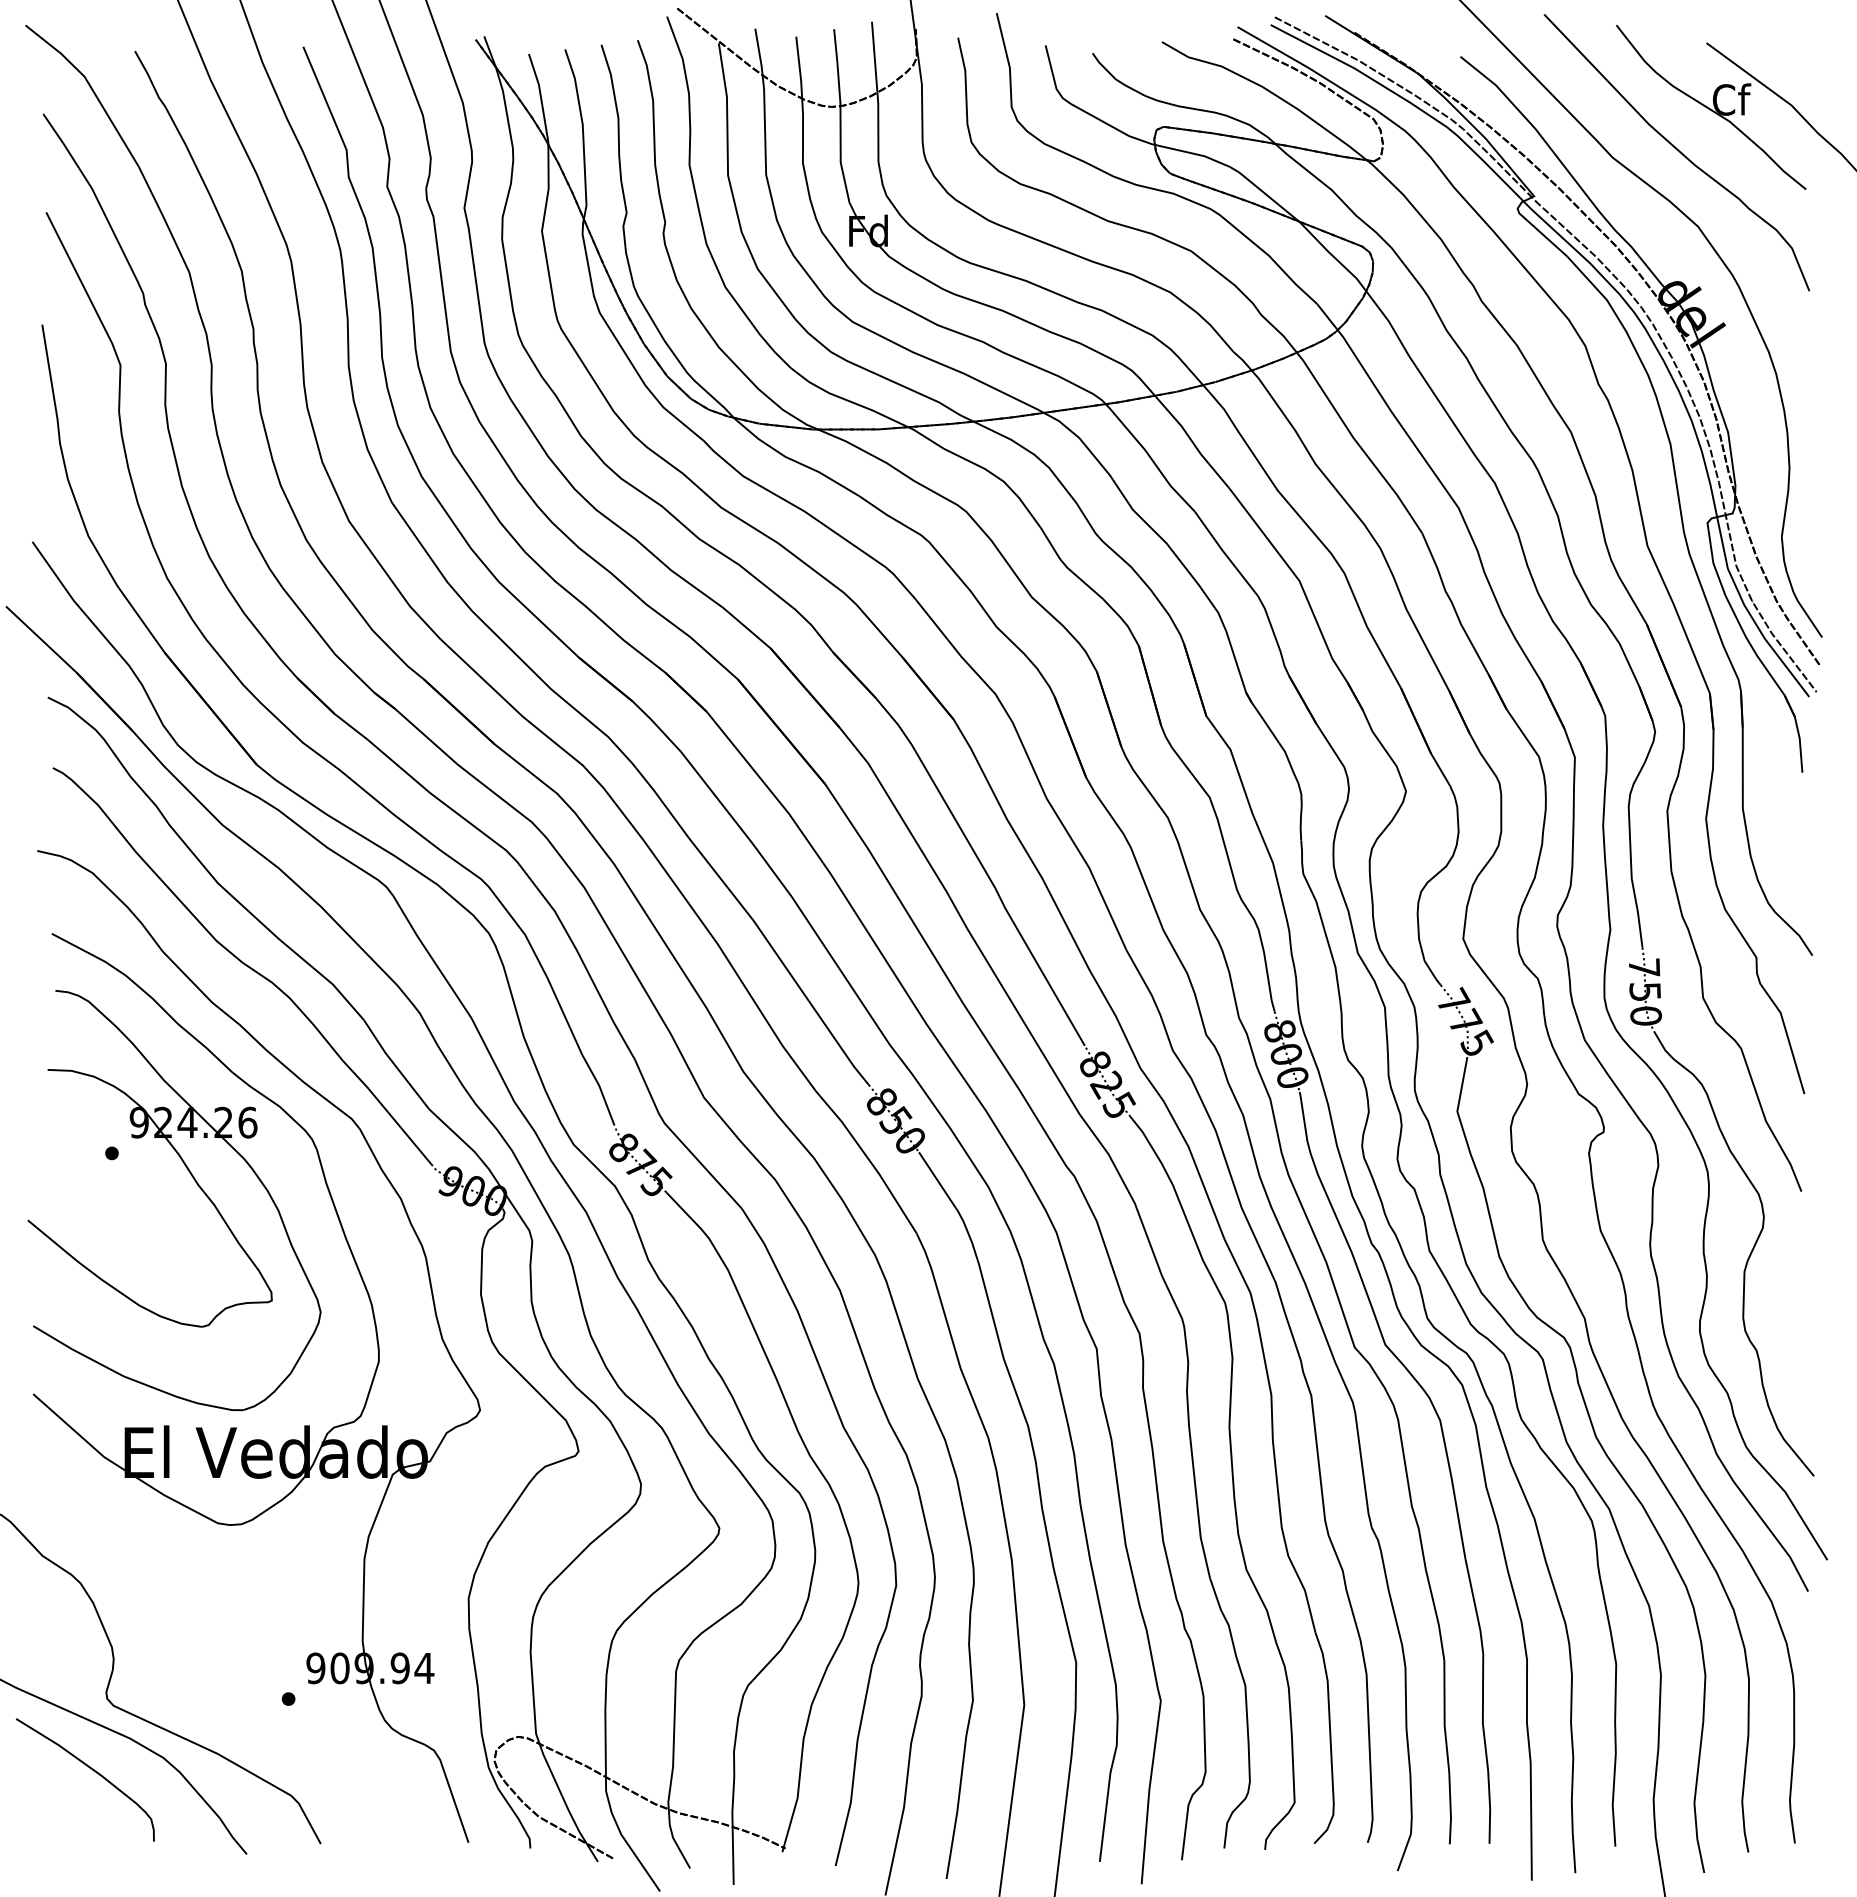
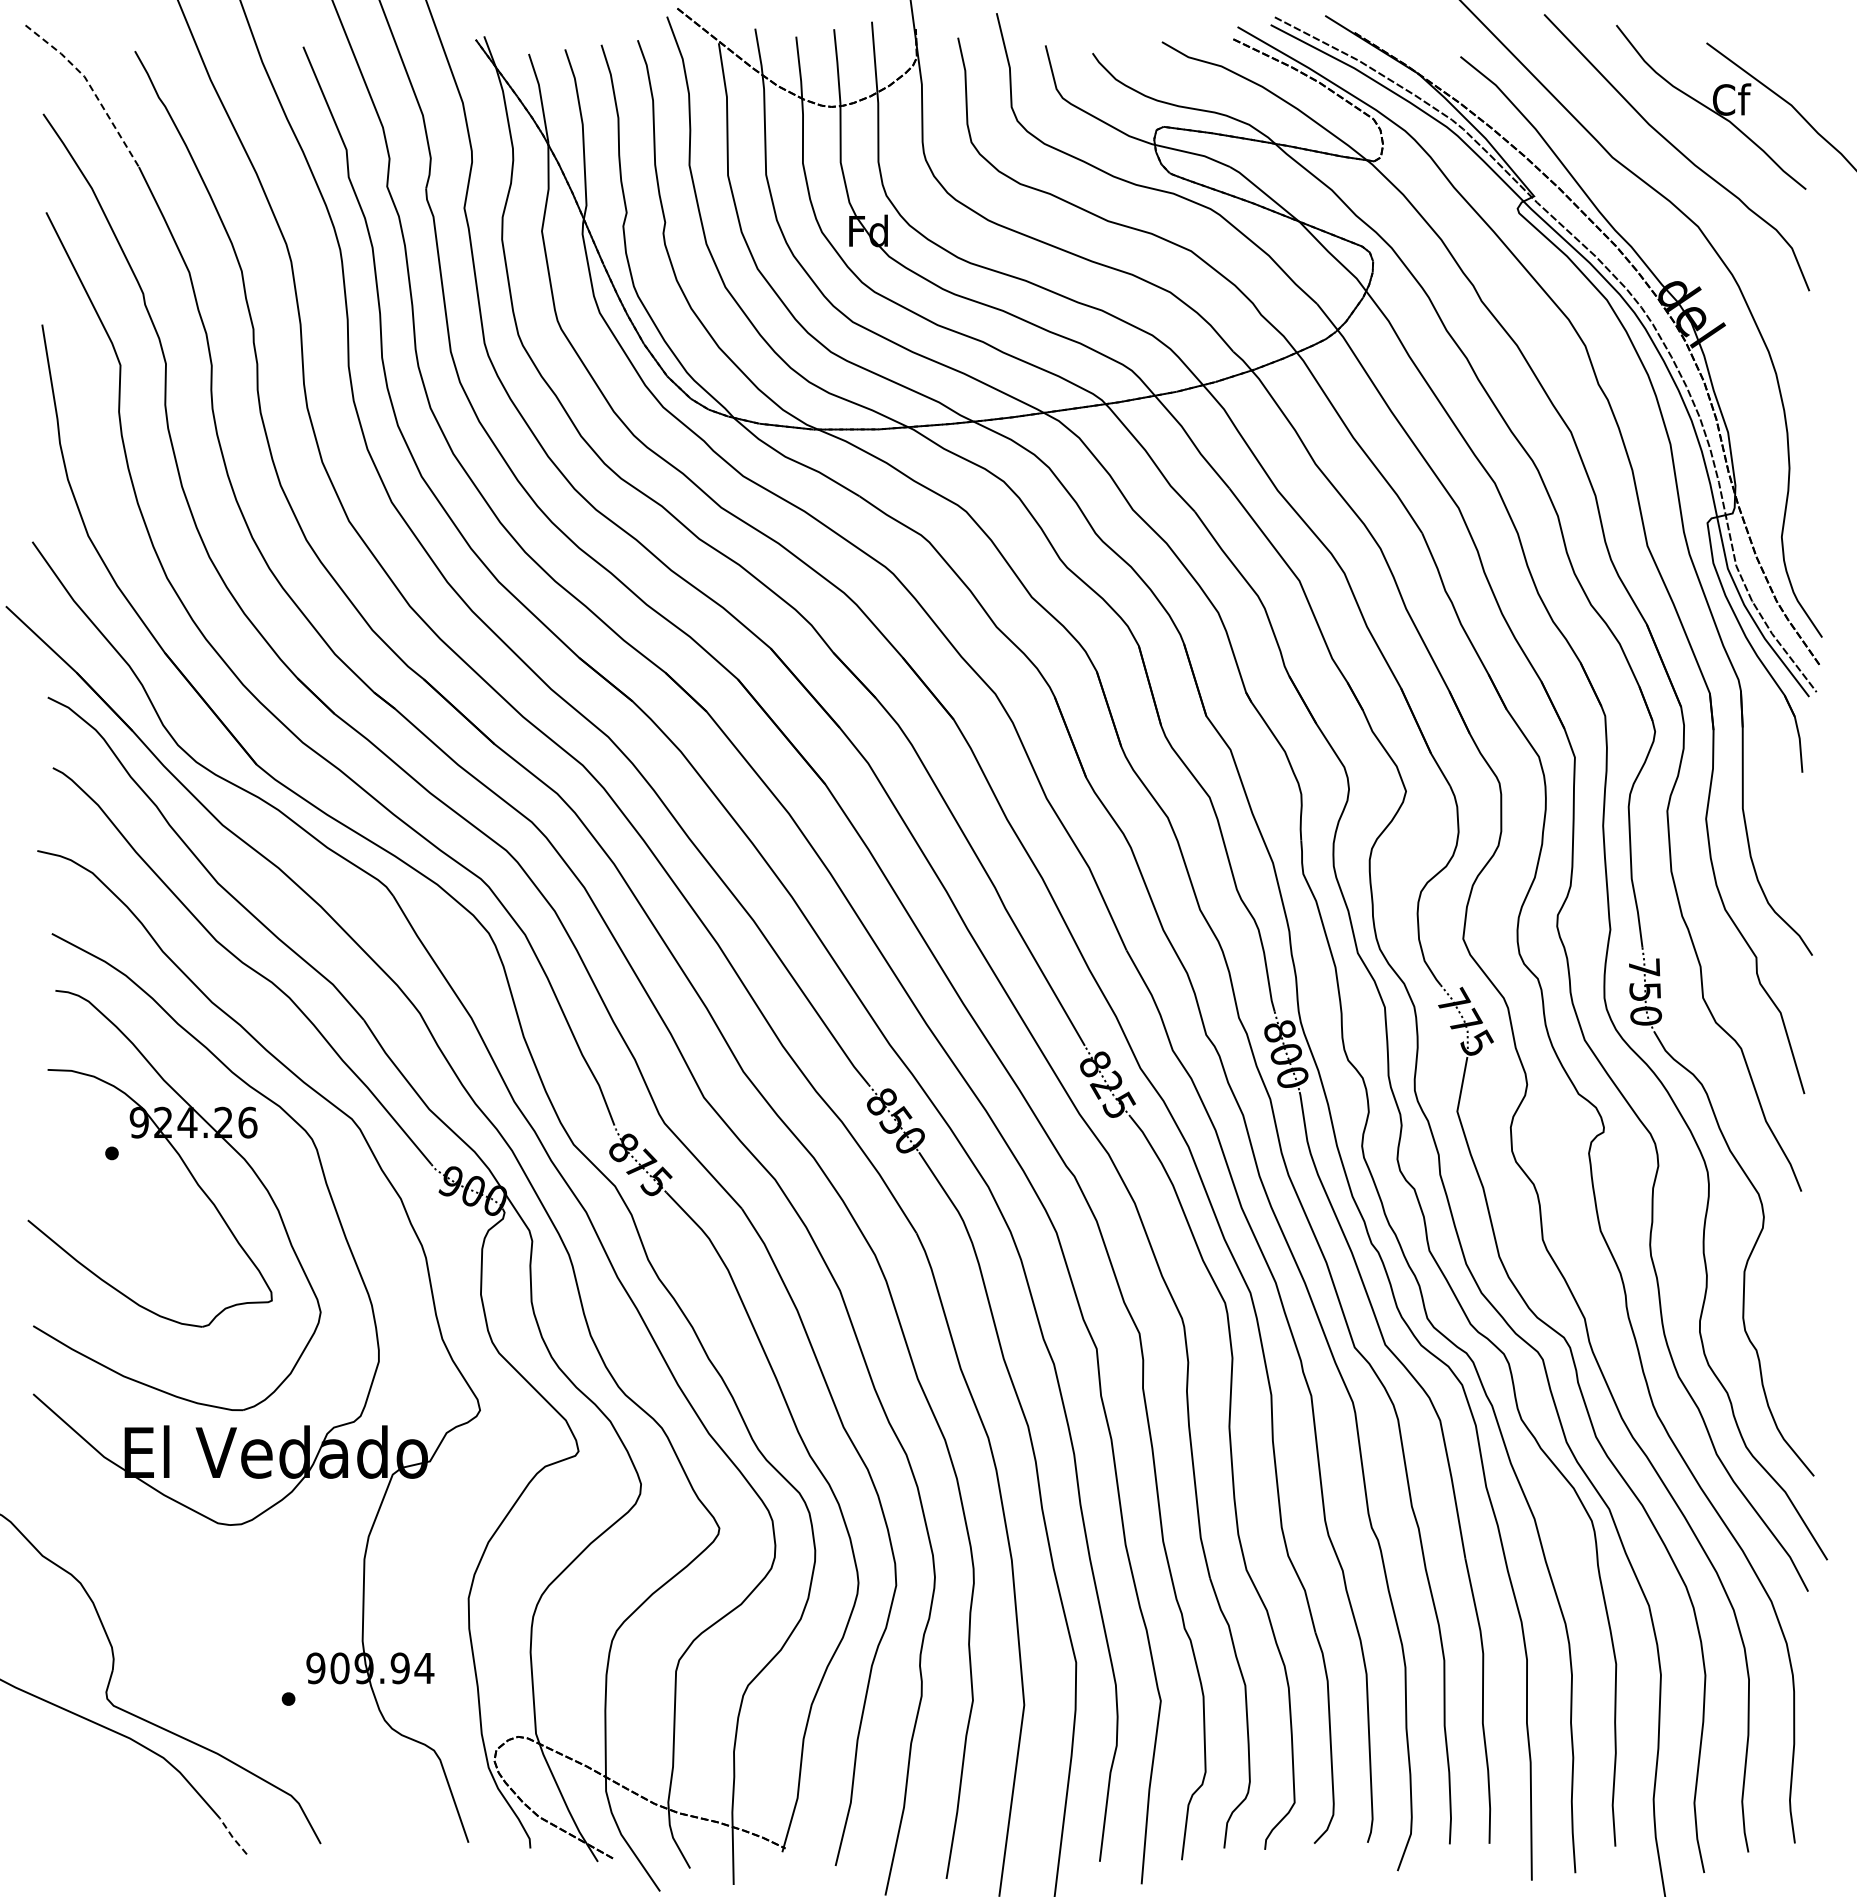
line at (91, 87): solid -> dashed
curve at (92, 1770): present -> none
line at (232, 1836): solid -> dashed
